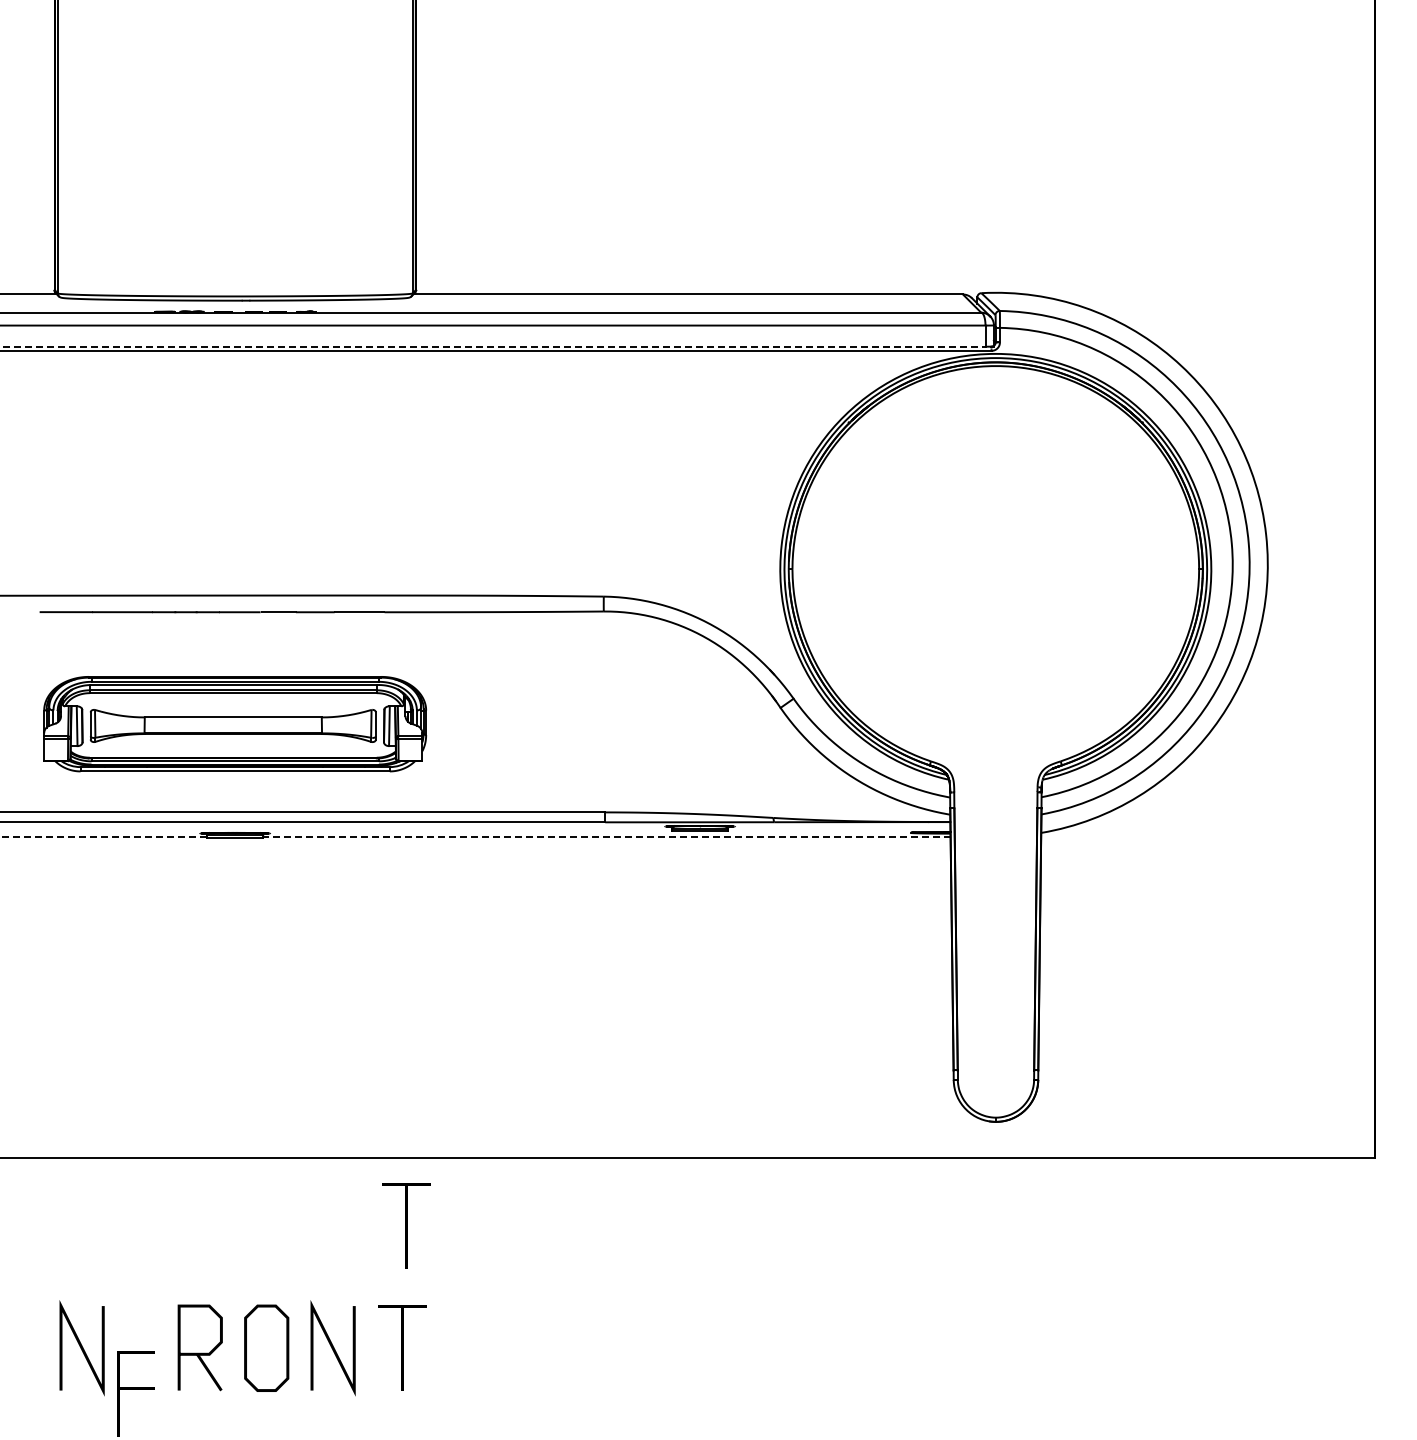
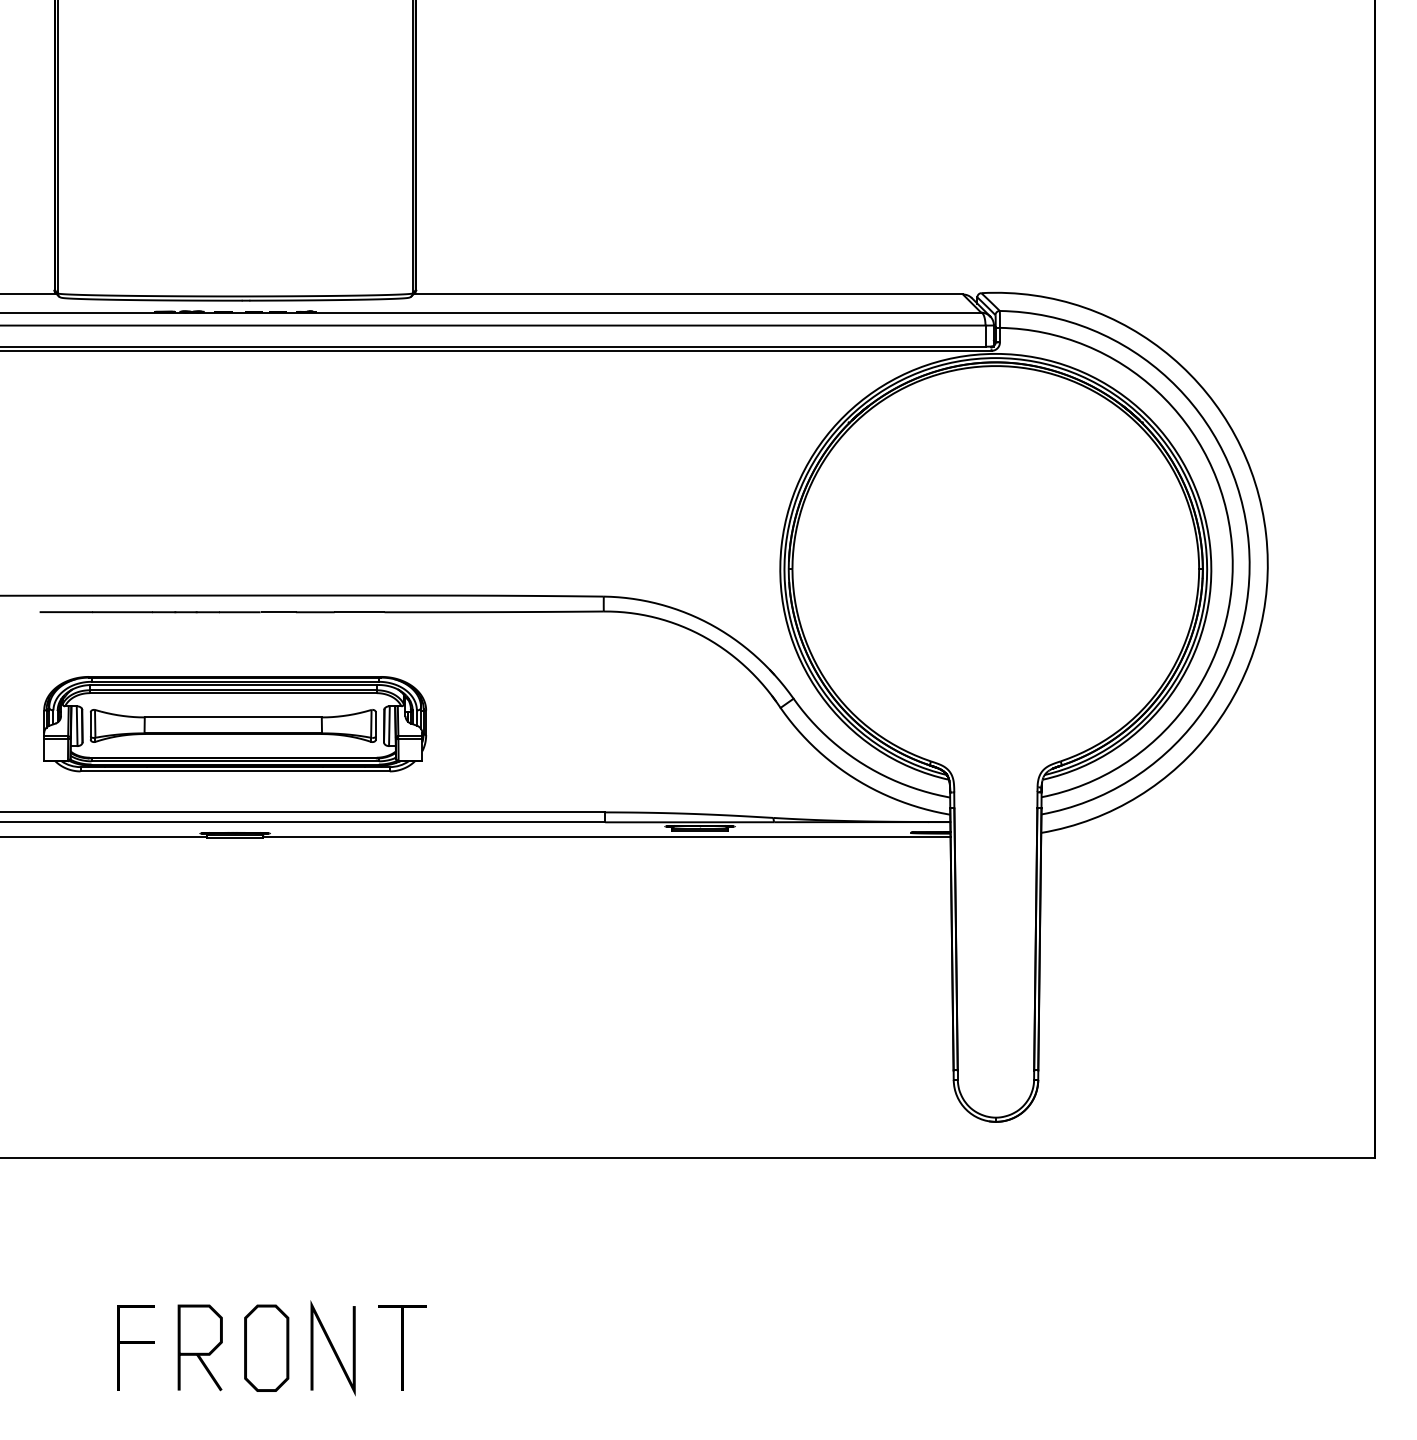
line at (493, 346): dashed -> solid
line at (103, 836): dashed -> solid
line at (606, 836): dashed -> solid
part at (406, 1225): present -> none
line at (81, 1348): present -> none
part at (135, 1393) position: (135, 1393) -> (135, 1347)
